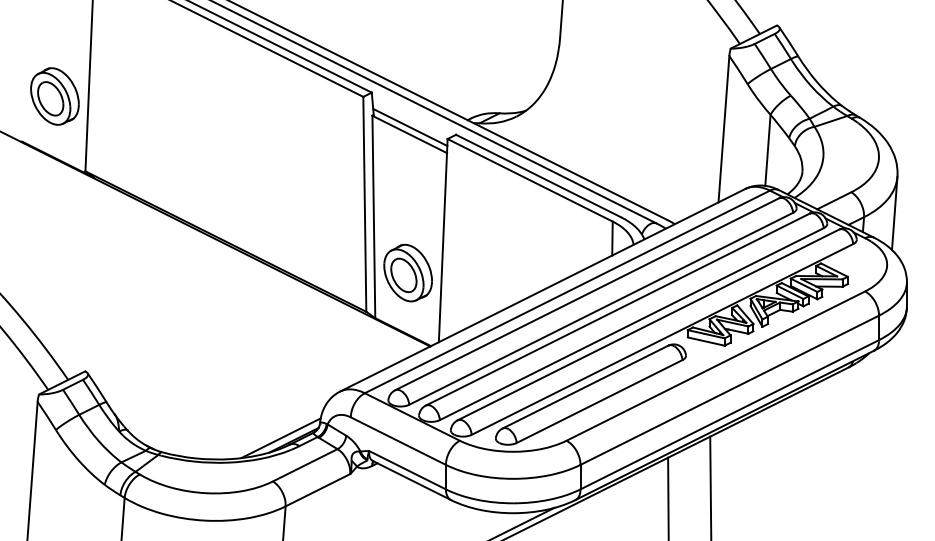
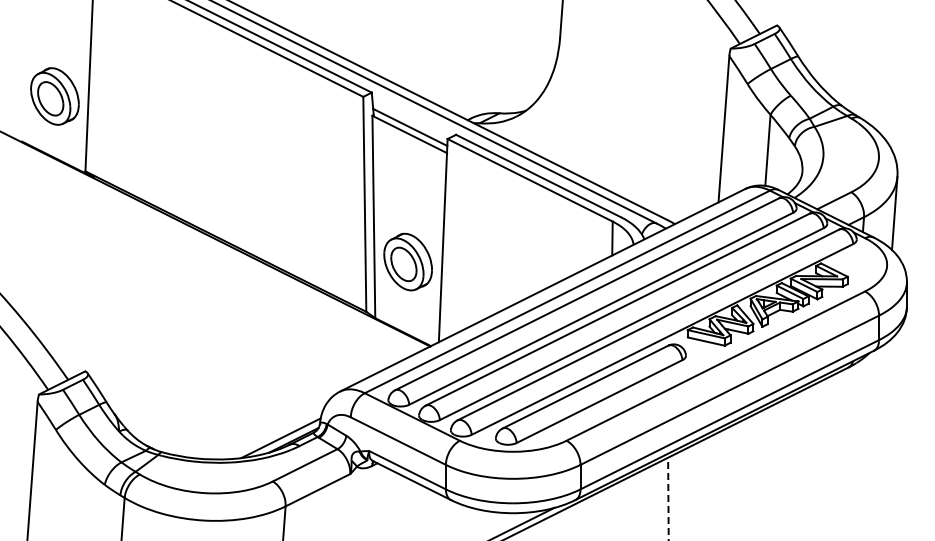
part at (407, 272) position: (407, 272) -> (407, 261)
line at (710, 486): present -> none
line at (668, 498): solid -> dashed
